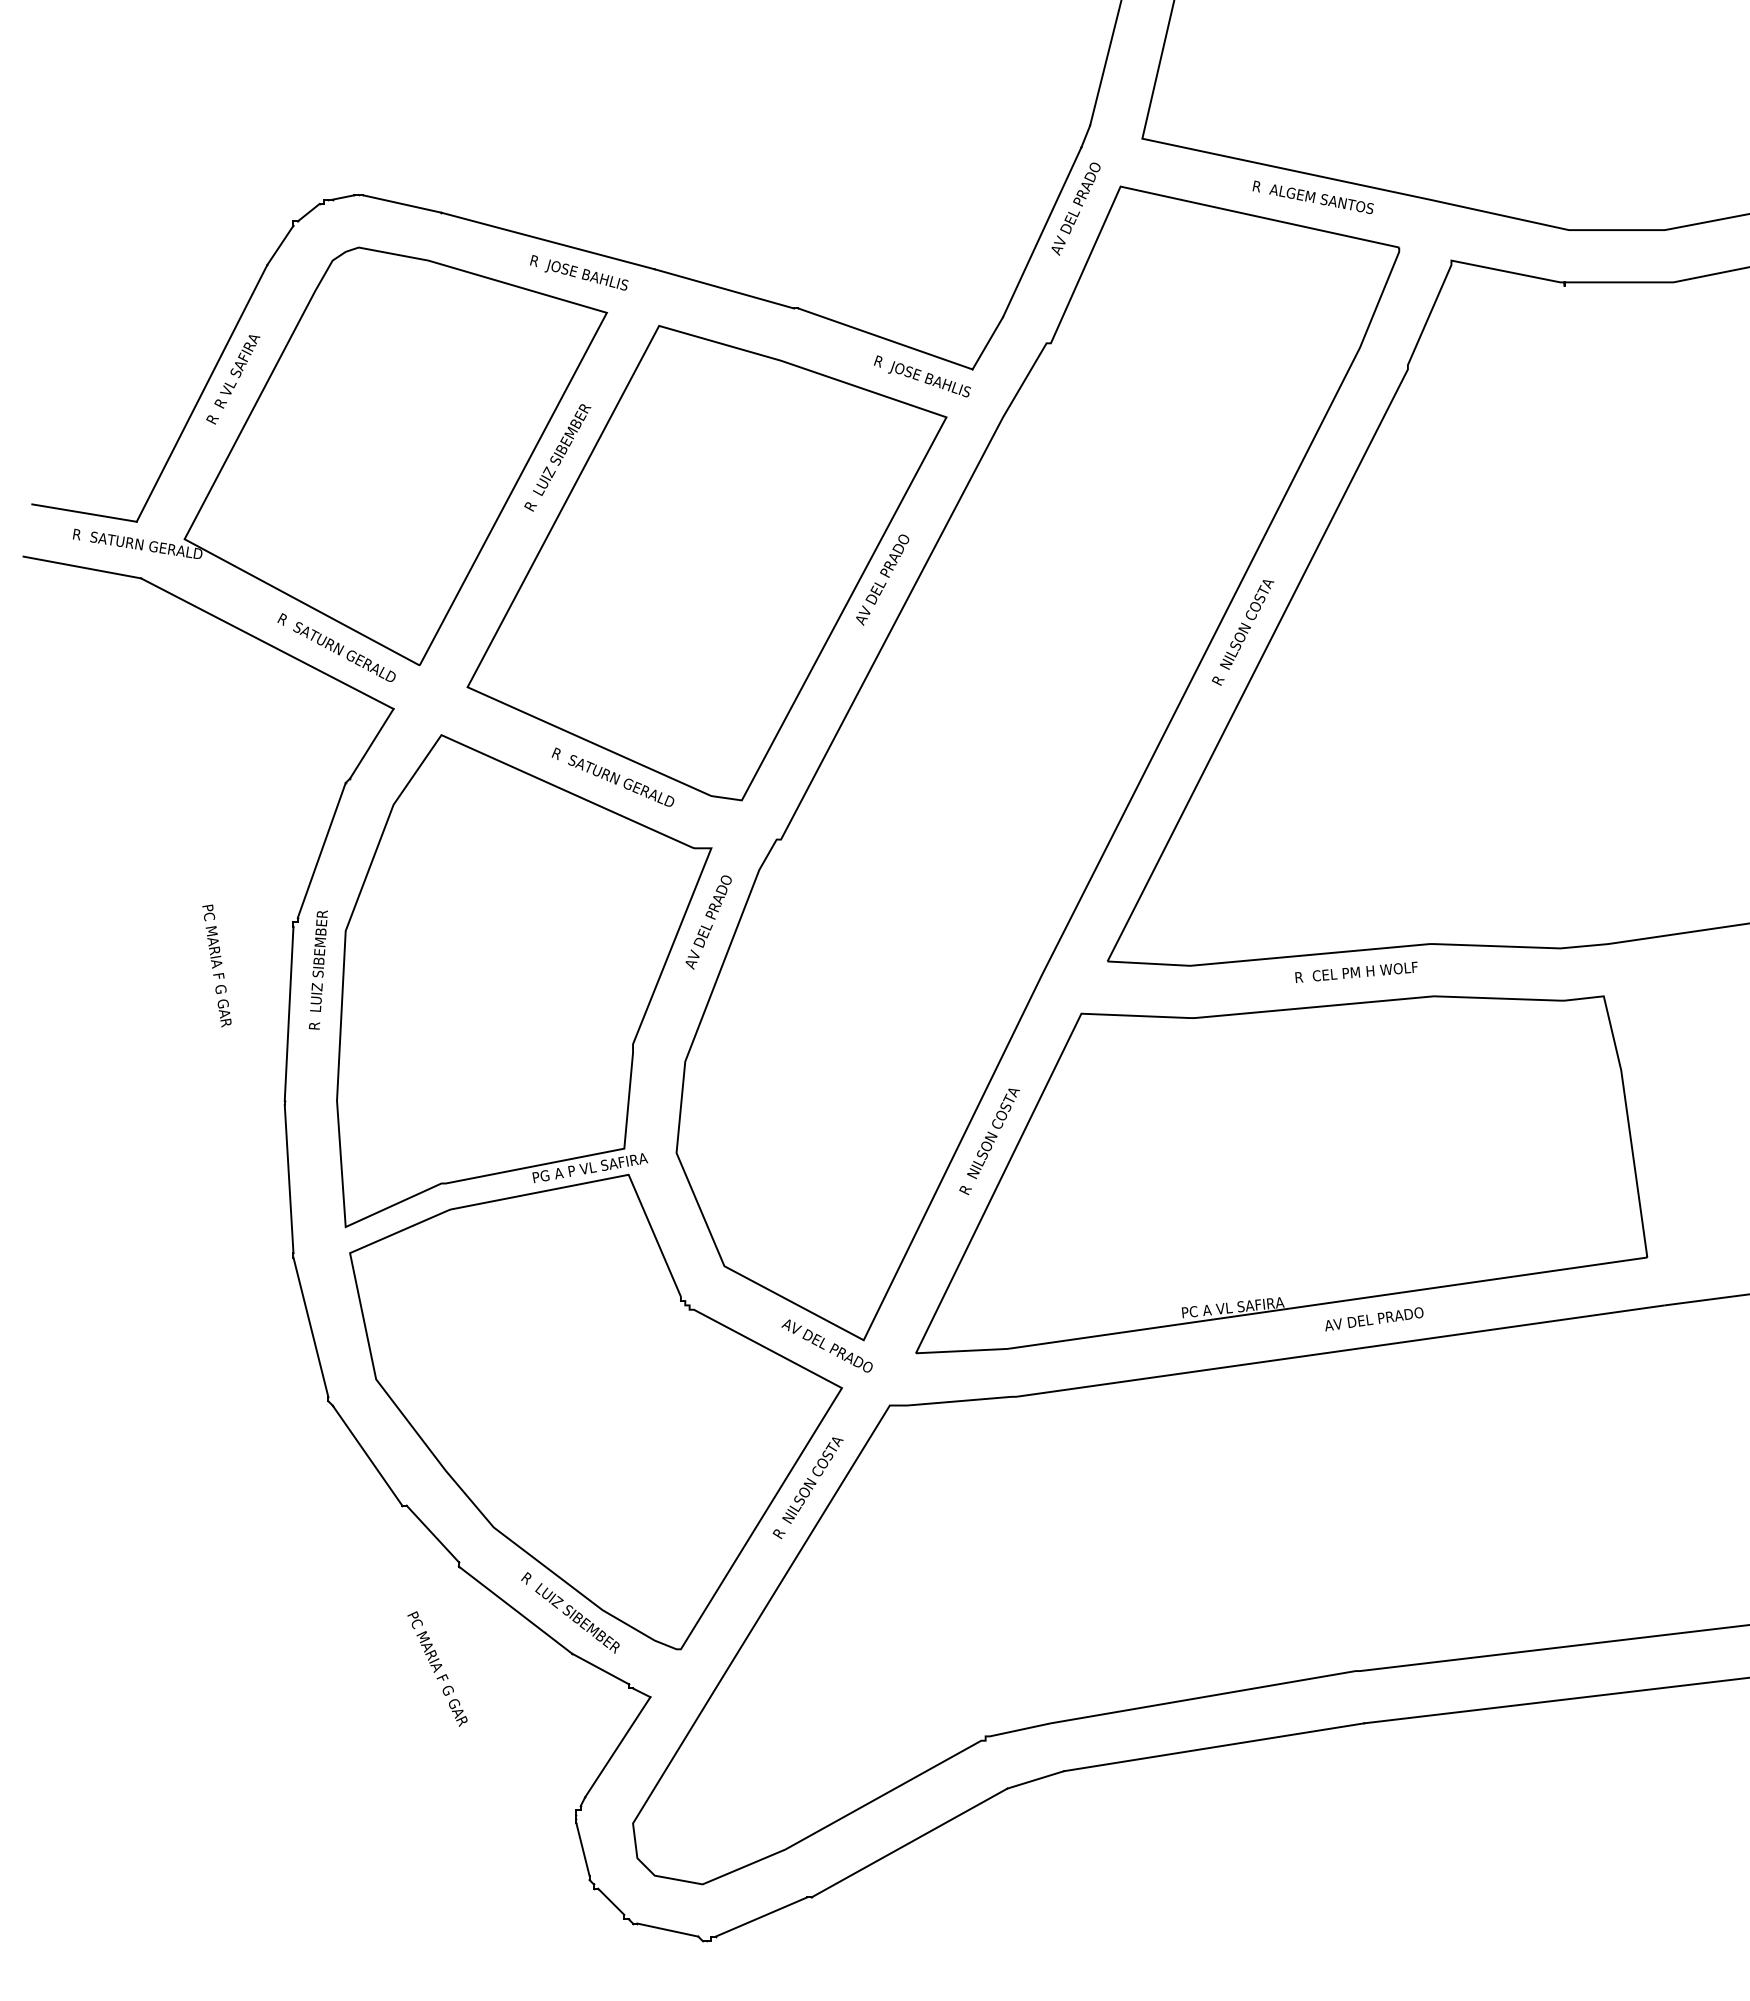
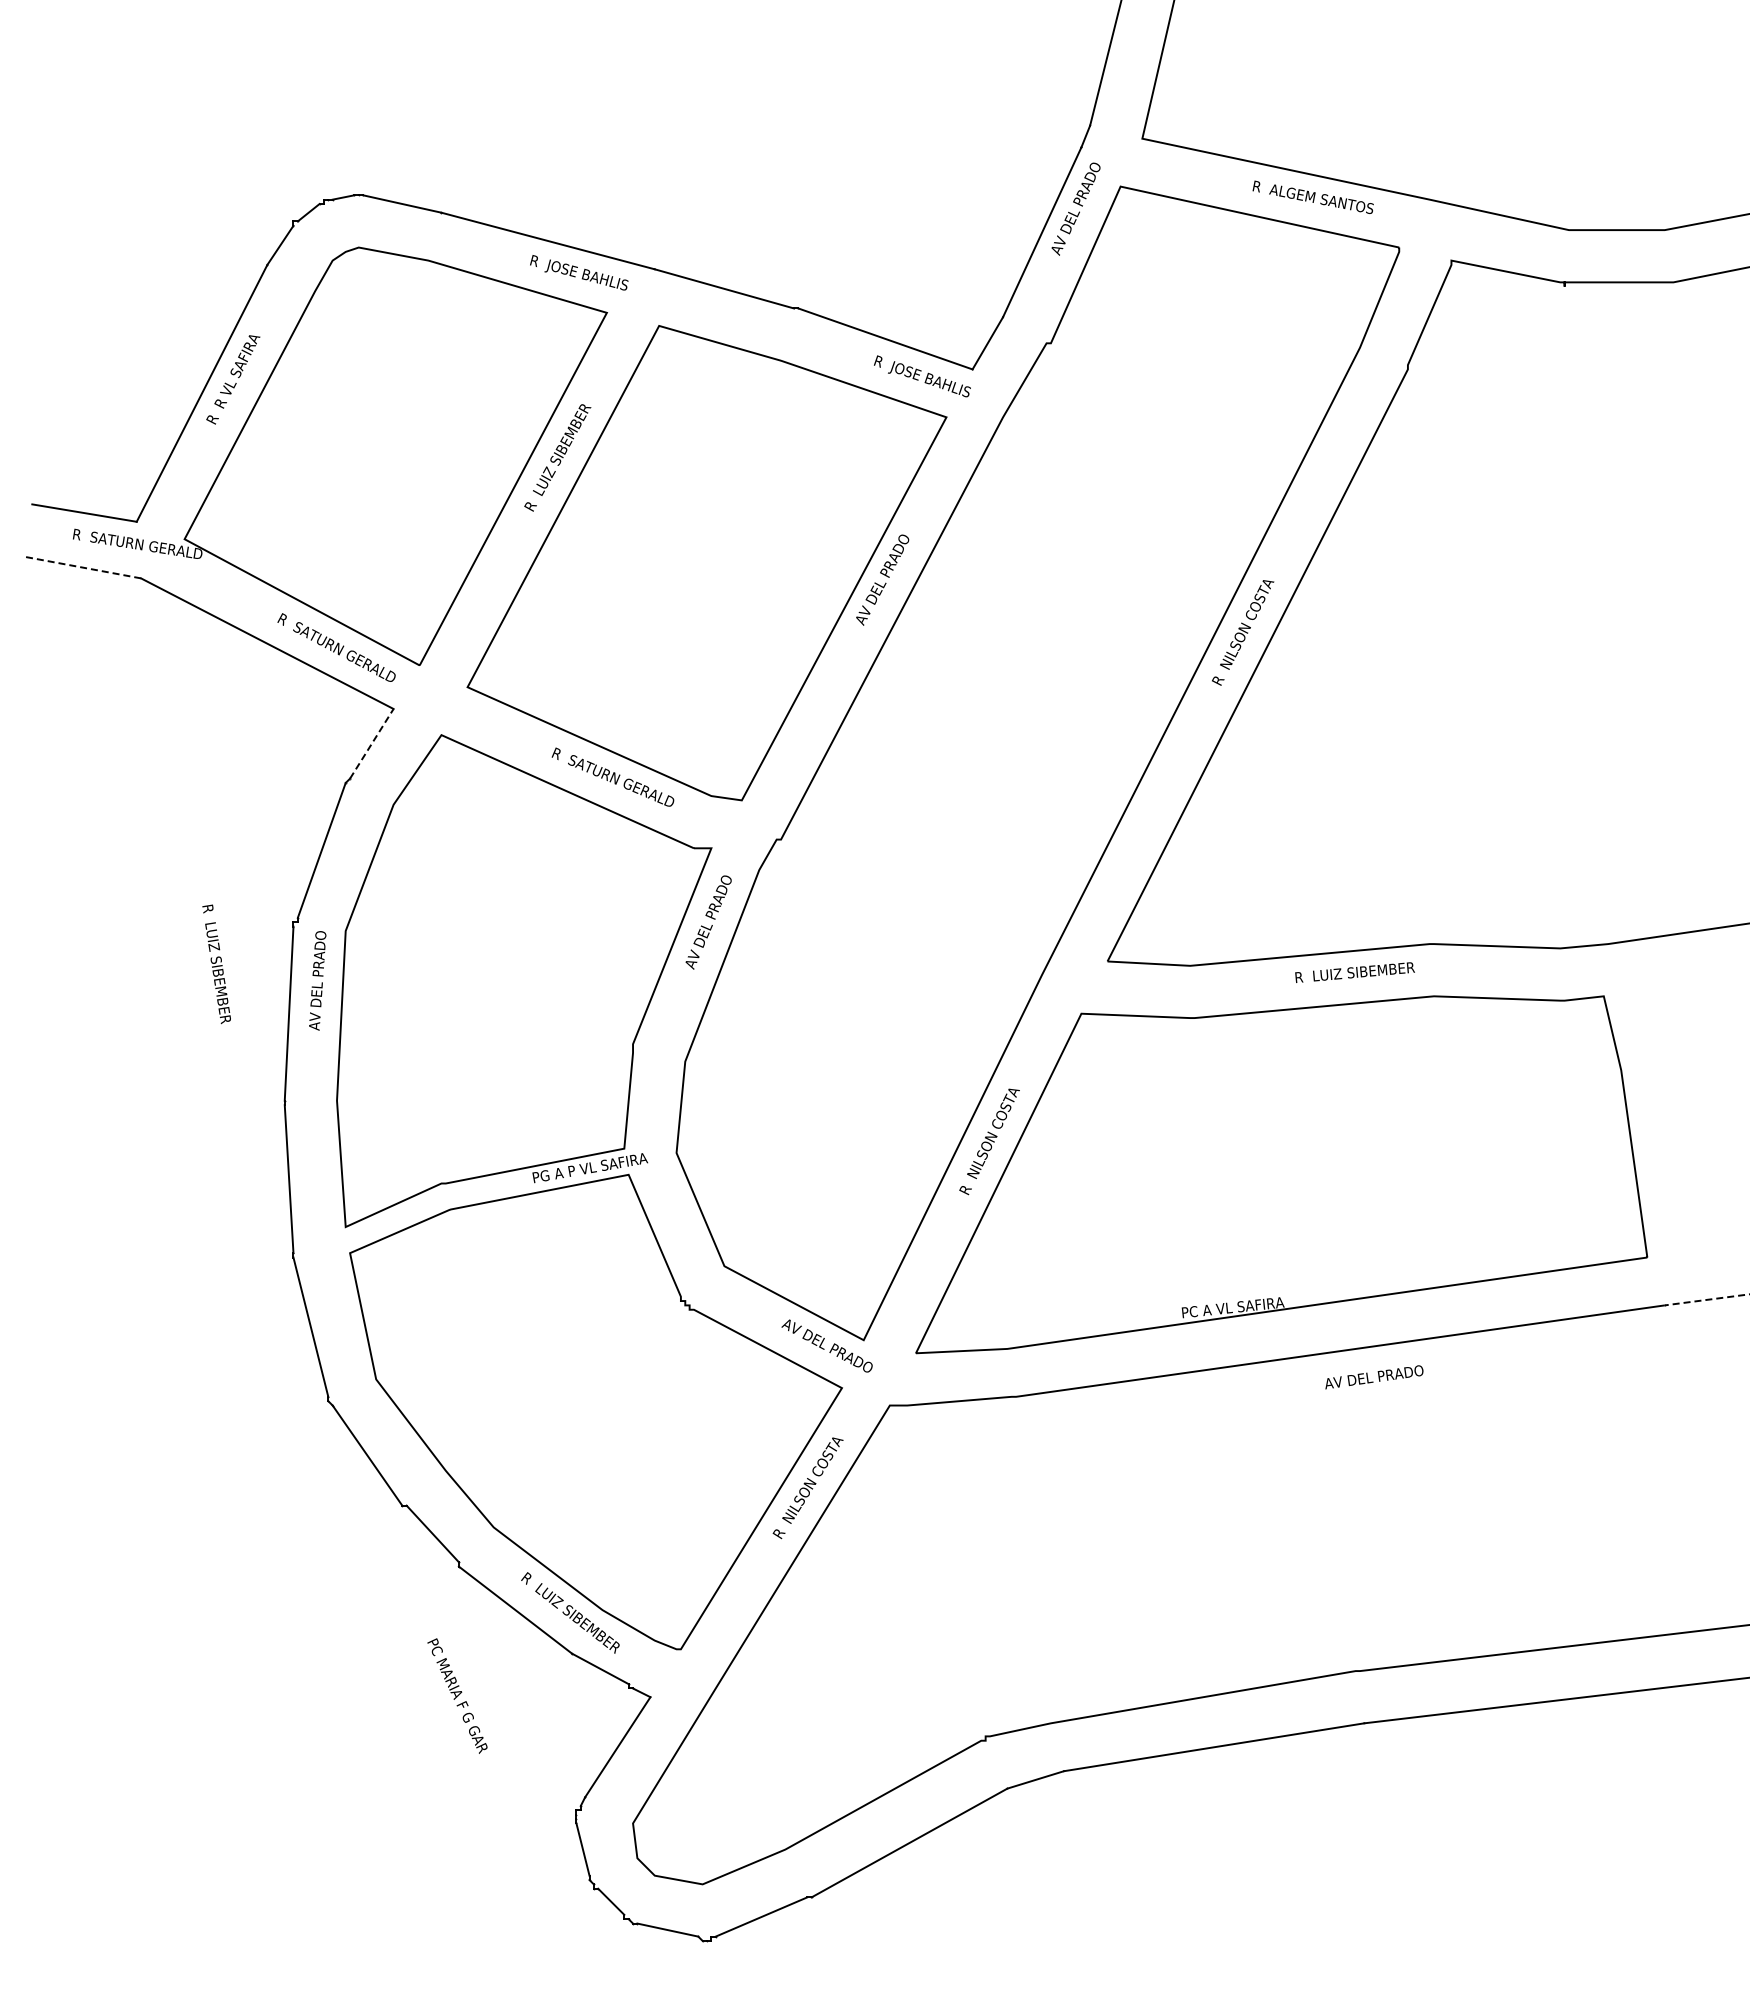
line at (82, 567): solid -> dashed
line at (372, 743): solid -> dashed
text at (217, 967): PC MARIA F G GAR -> R  LUIZ SIBEMBER
text at (317, 970): R  LUIZ SIBEMBER -> AV DEL PRADO
text at (1364, 971): R  CEL PM H WOLF -> R  LUIZ SIBEMBER
line at (1706, 1299): solid -> dashed
text at (1374, 1319) position: (1374, 1319) -> (1374, 1377)
text at (437, 1668) position: (437, 1668) -> (457, 1695)
